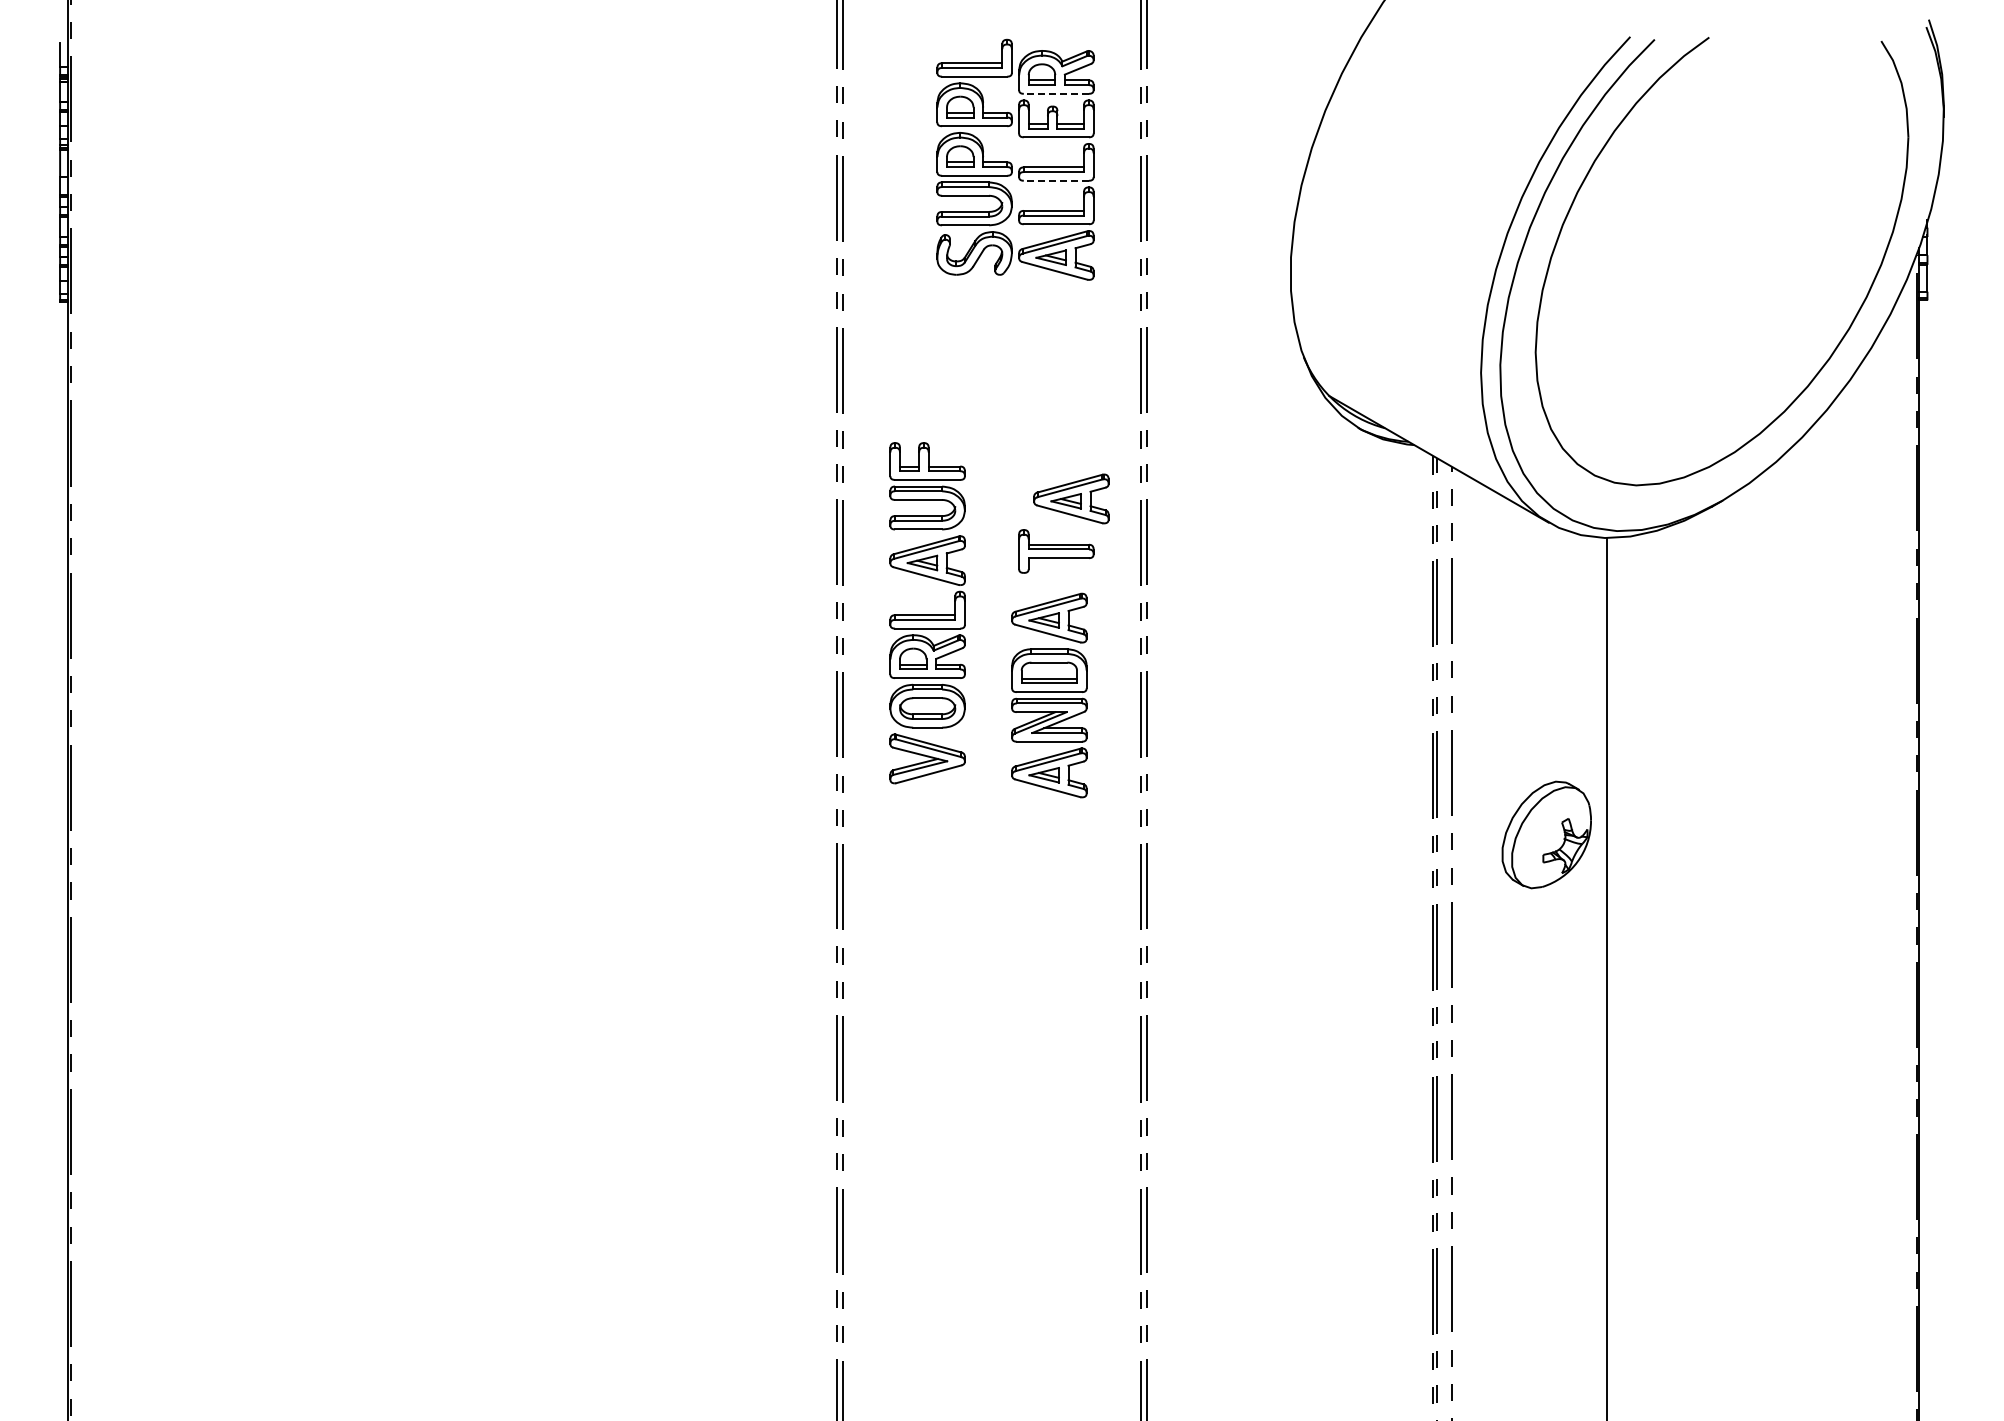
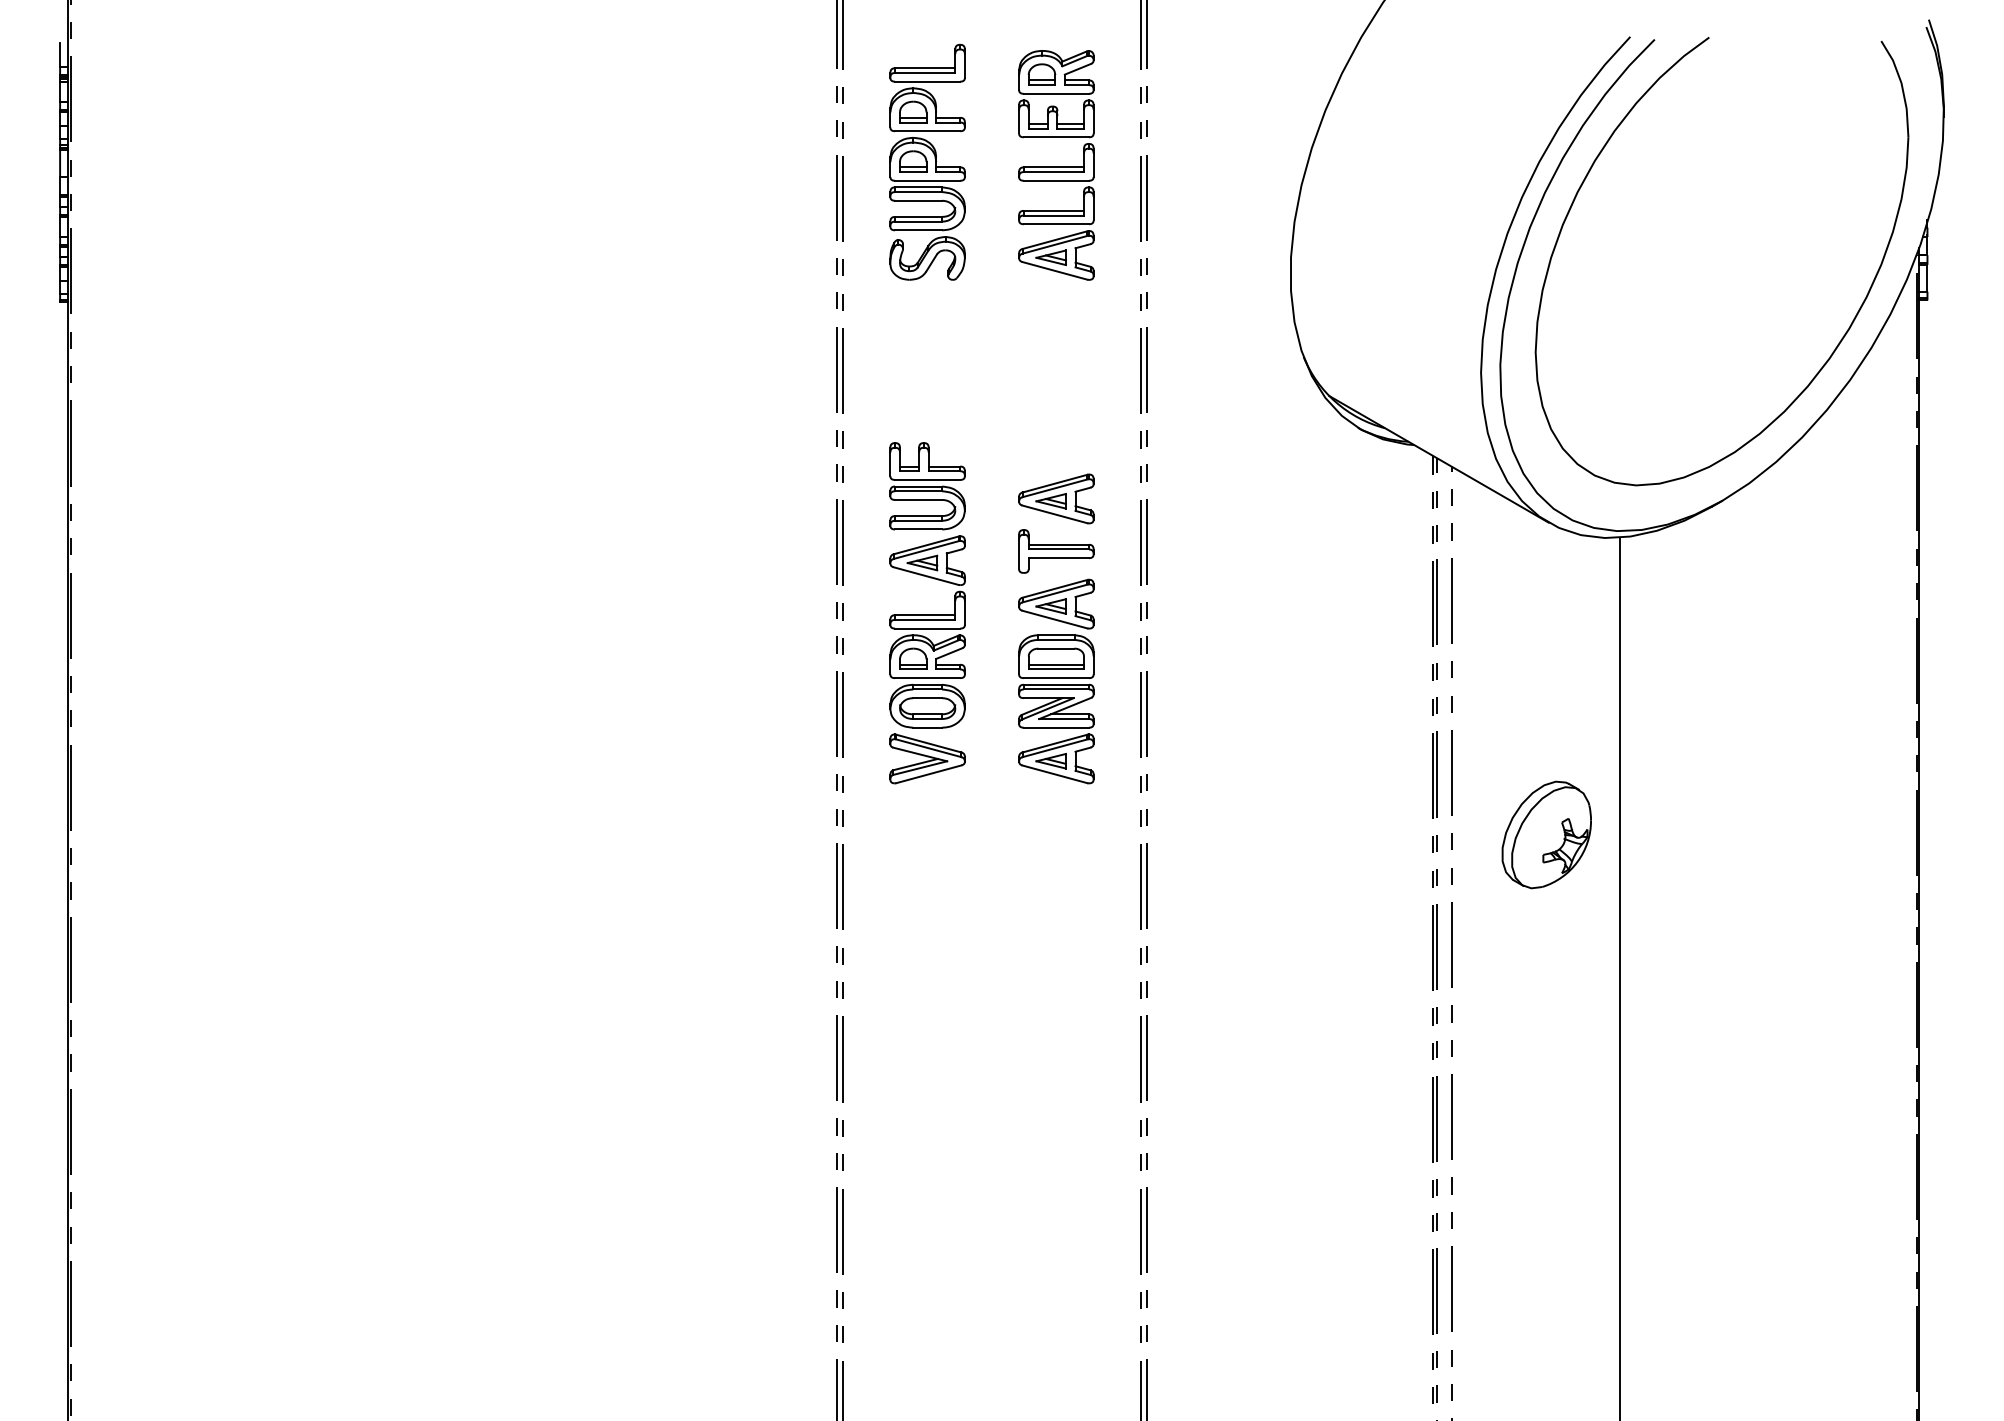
line at (1056, 93): dashed -> solid
part at (974, 156) position: (974, 156) -> (927, 161)
line at (1056, 180): dashed -> solid
part at (1071, 498) position: (1071, 498) -> (1056, 498)
part at (1049, 695) position: (1049, 695) -> (1056, 681)
line at (1606, 977) position: (1606, 977) -> (1619, 977)
